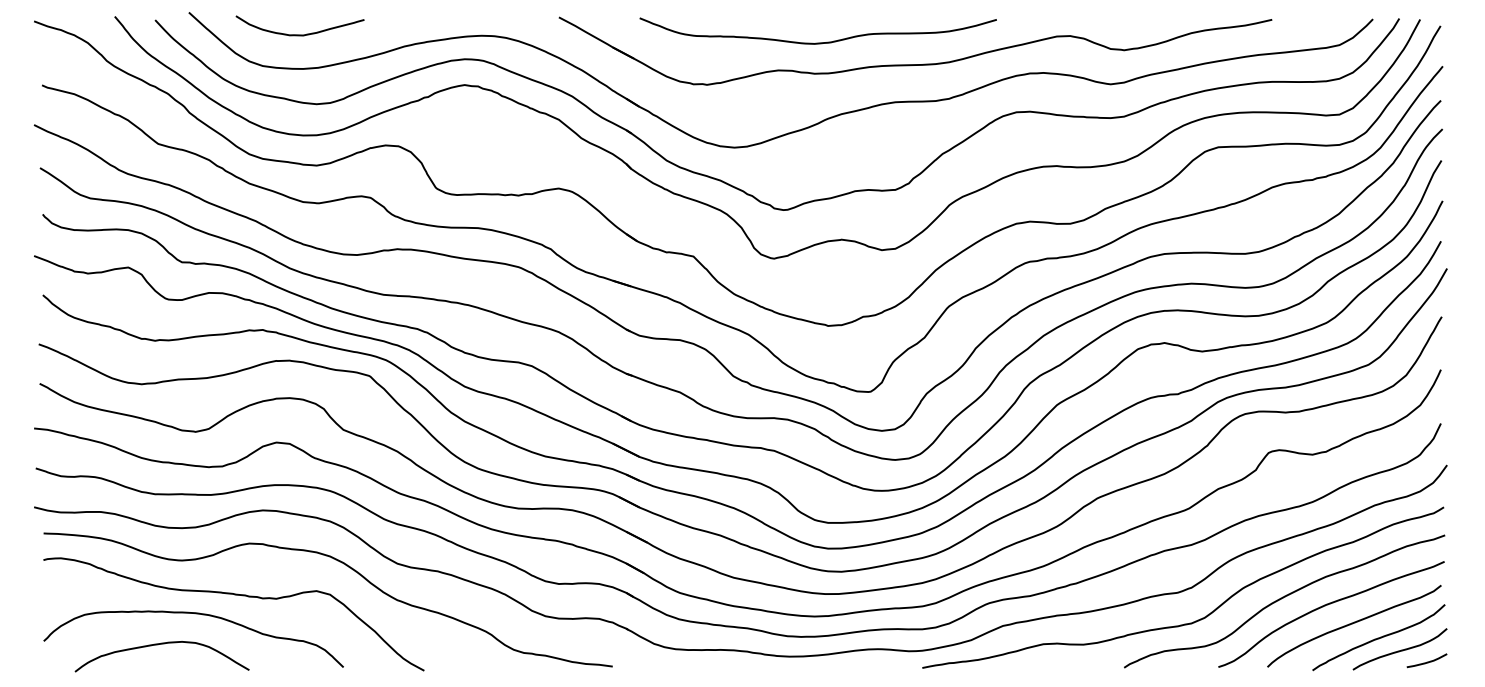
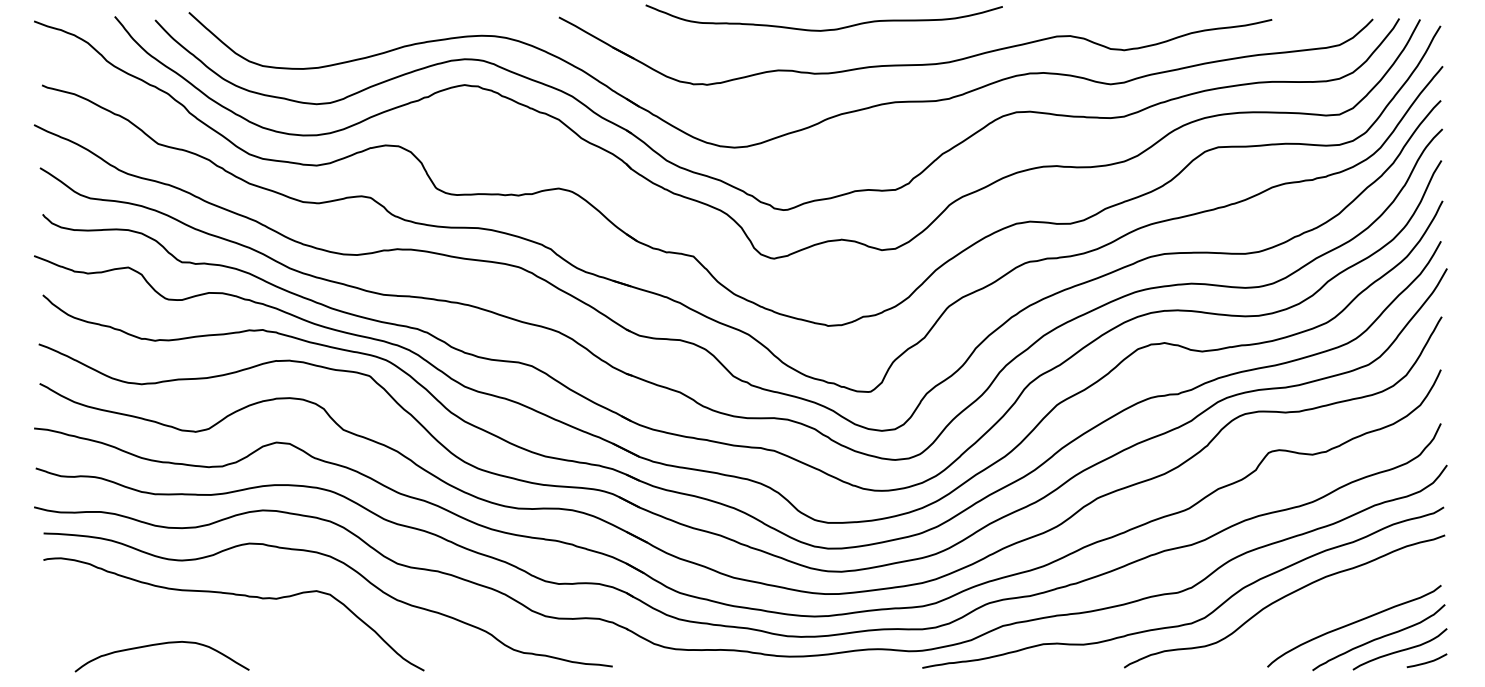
curve at (299, 34): present -> none
curve at (817, 42) position: (817, 42) -> (823, 29)
curve at (1328, 605): present -> none
curve at (195, 614): present -> none
